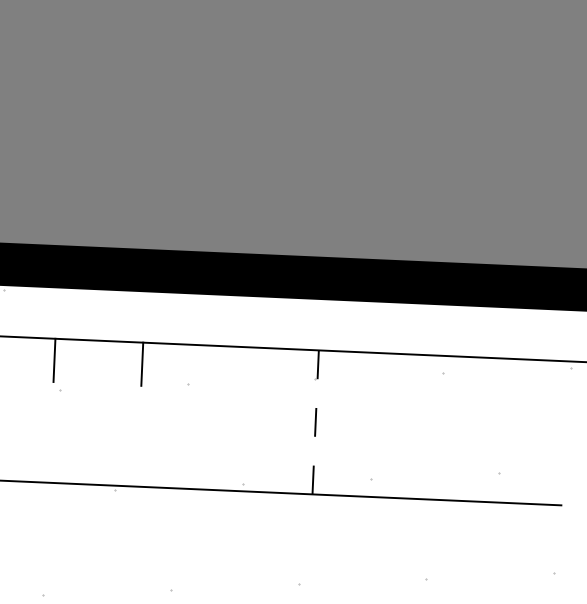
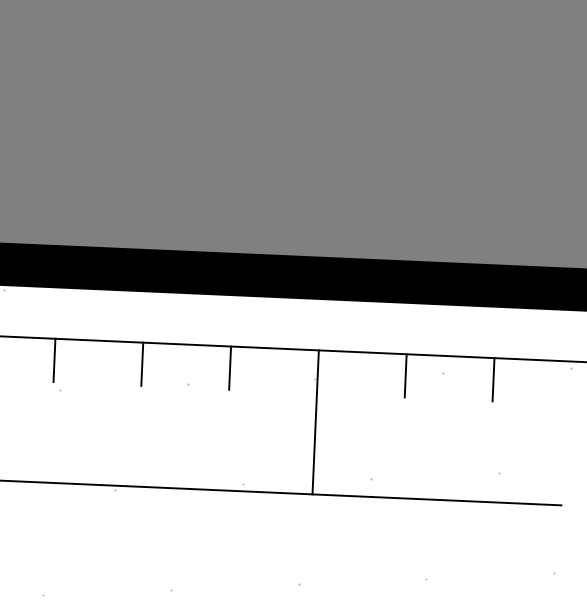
line at (230, 367): none -> present
line at (405, 375): none -> present
line at (493, 379): none -> present
line at (315, 422): dashed -> solid
